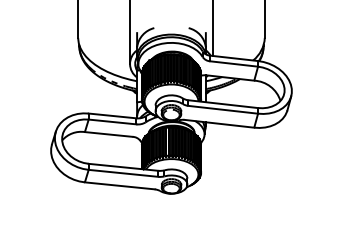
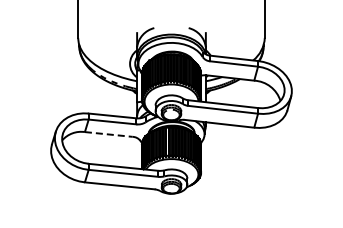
line at (213, 29): present -> none
line at (129, 32): present -> none
line at (108, 134): solid -> dashed
